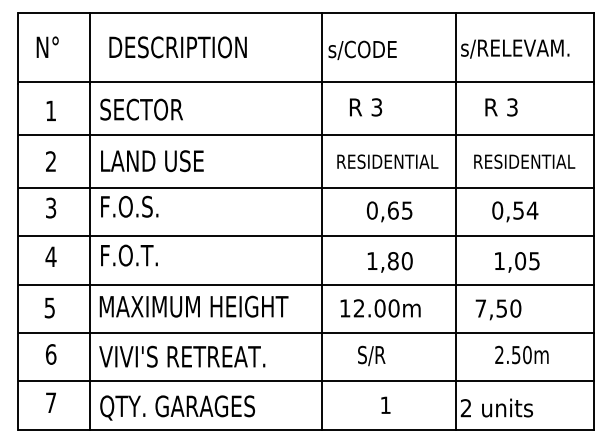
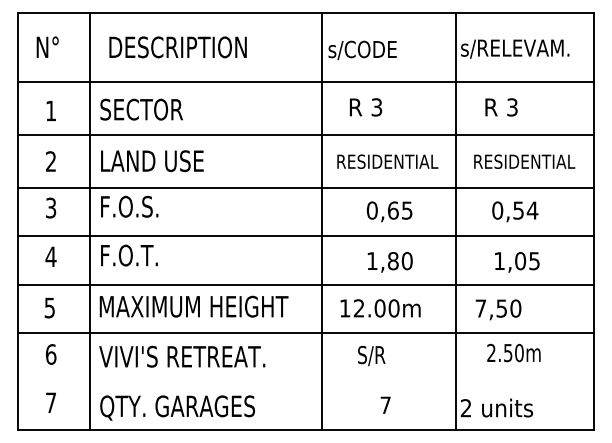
text at (521, 354) position: (521, 354) -> (513, 352)
line at (306, 381): present -> none
text at (385, 404): 1 -> 7
